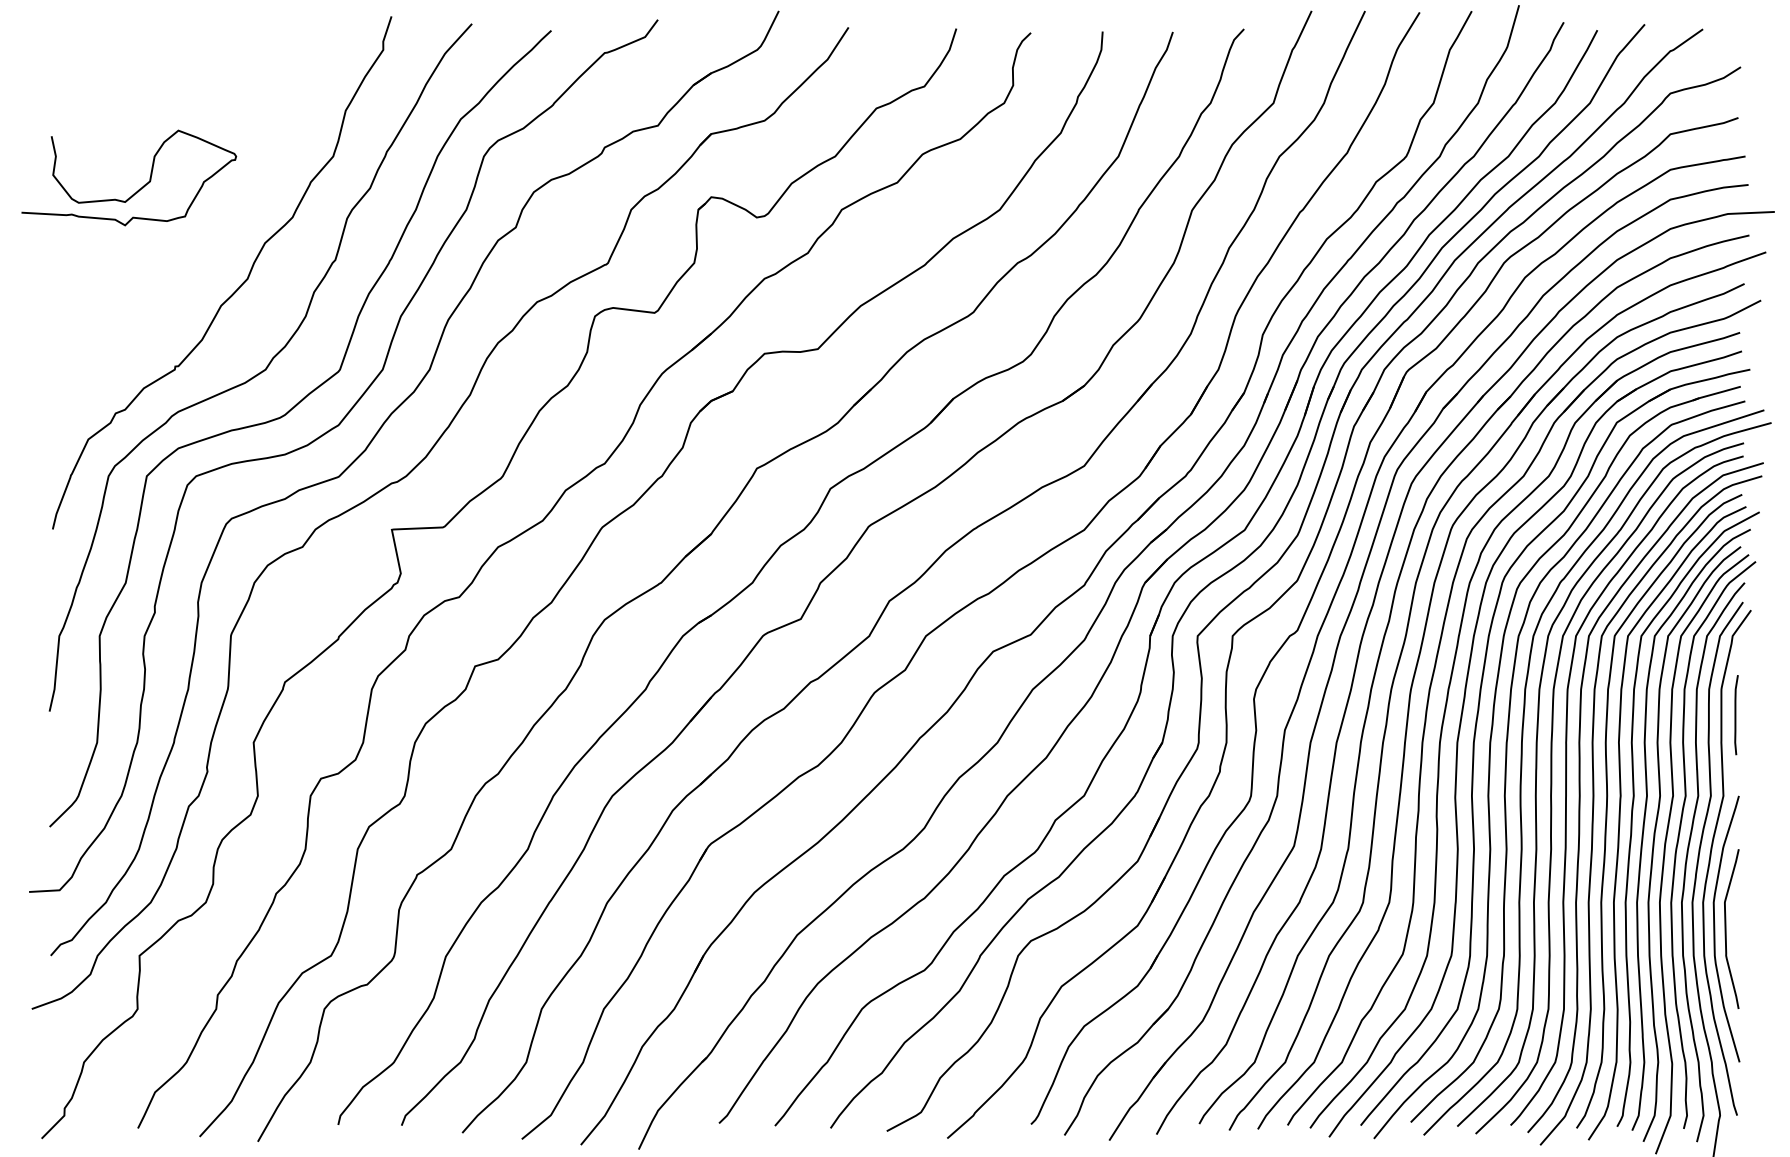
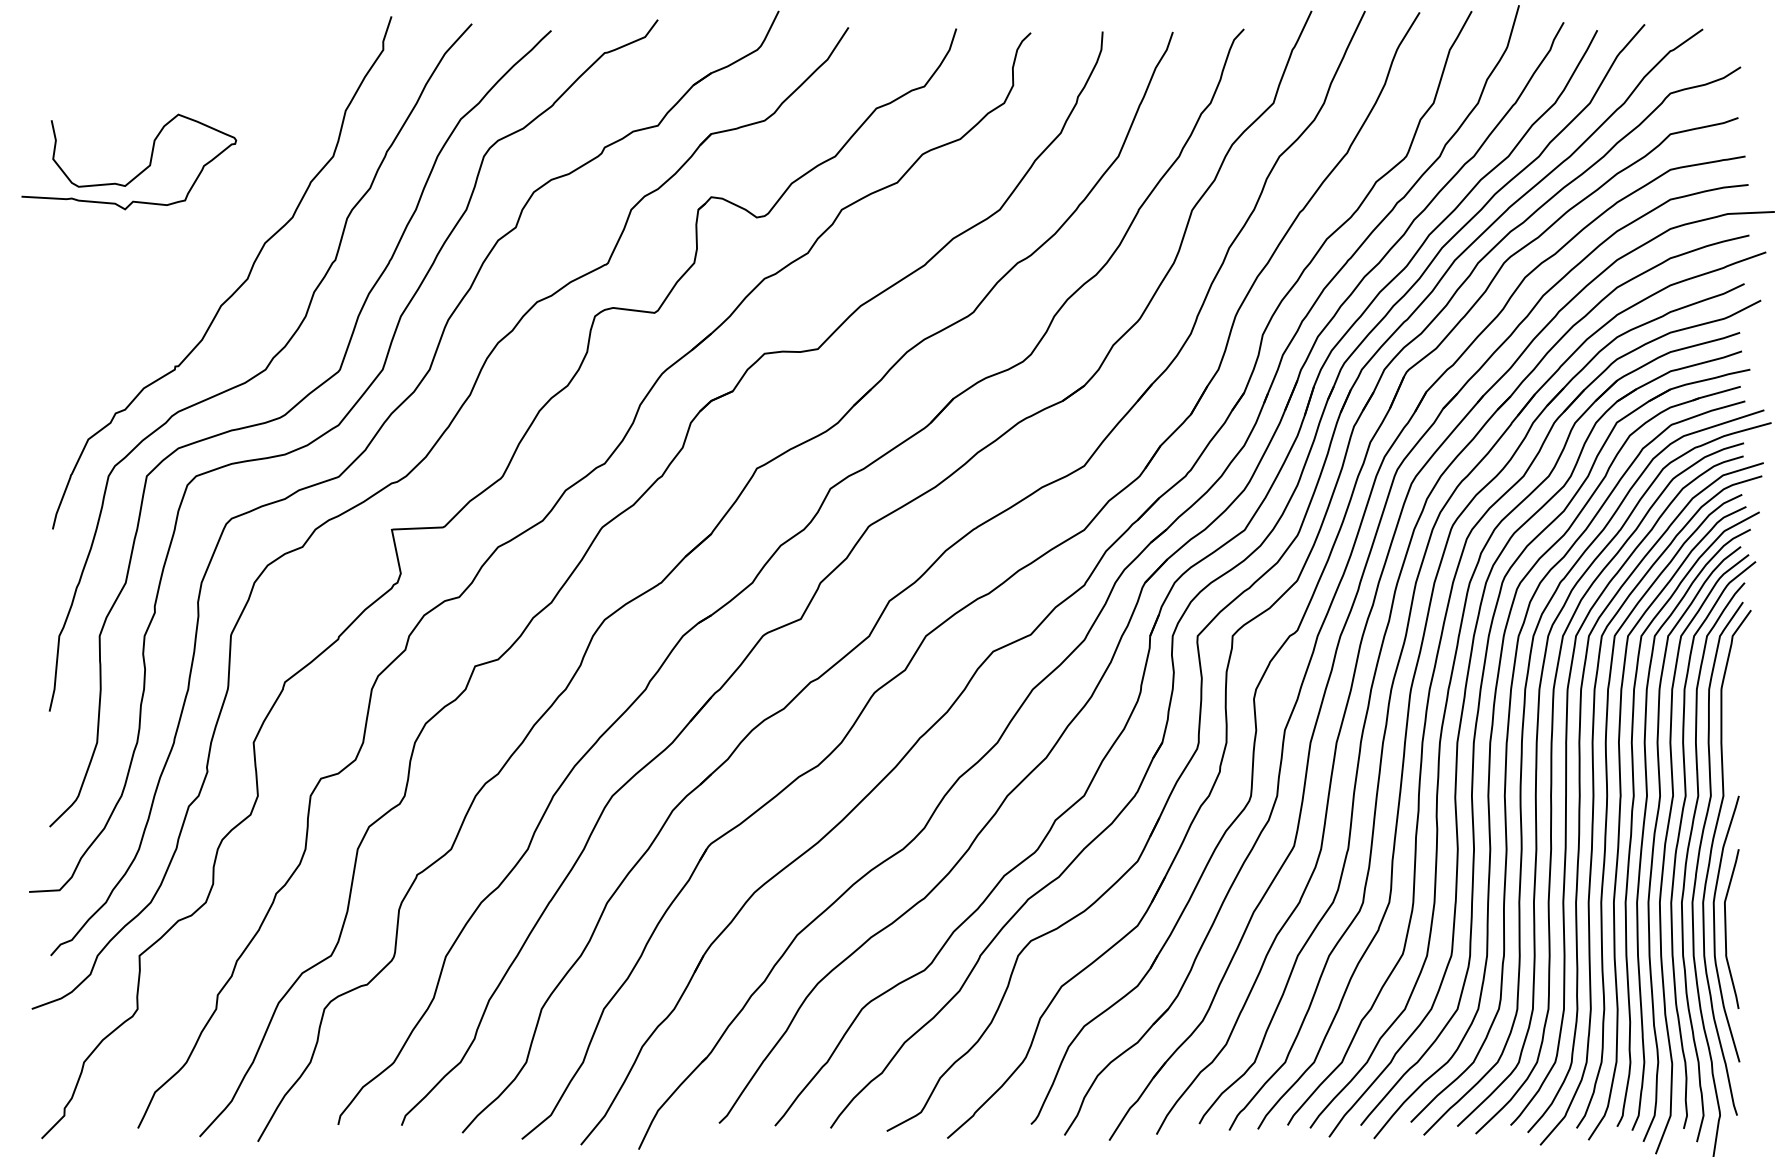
curve at (139, 188) position: (139, 188) -> (139, 172)
curve at (1736, 715): present -> none
